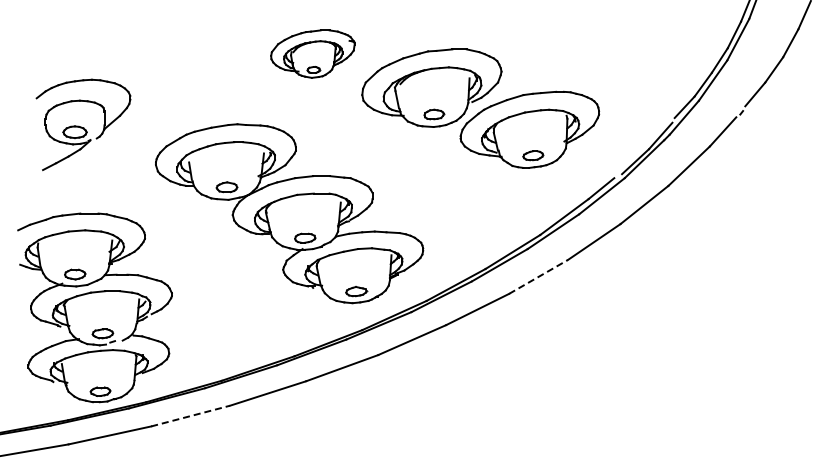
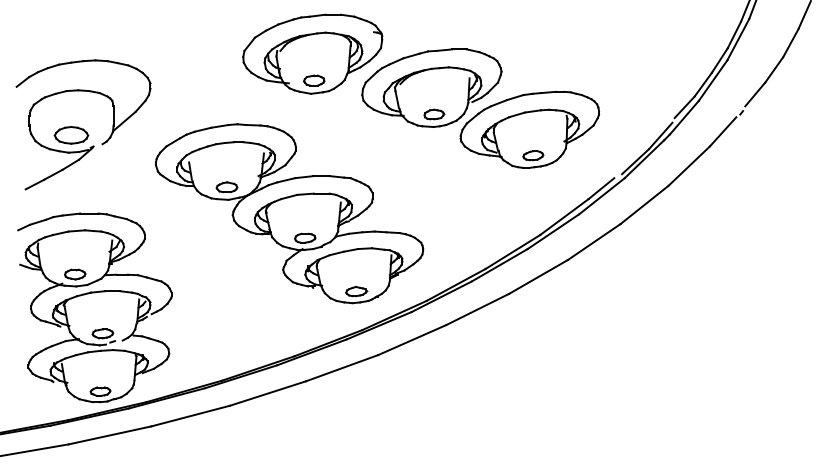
part at (312, 53) size: 86x50 px -> 142x82 px
part at (83, 124) size: 97x94 px -> 137x132 px
line at (538, 276): dashed -> solid
line at (190, 416): dashed -> solid
